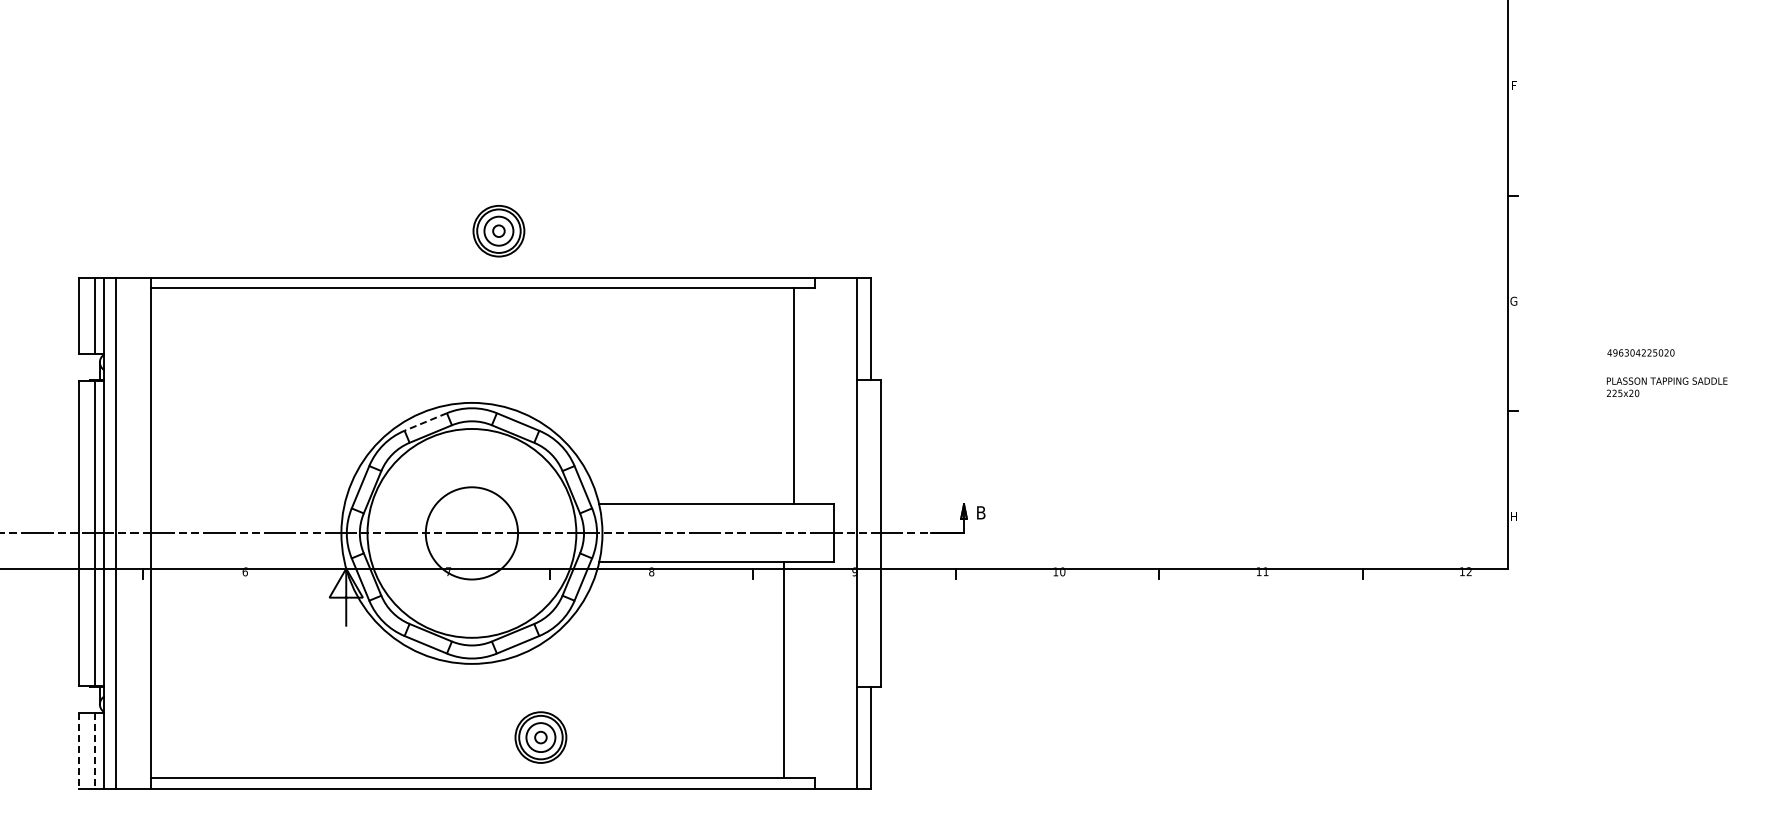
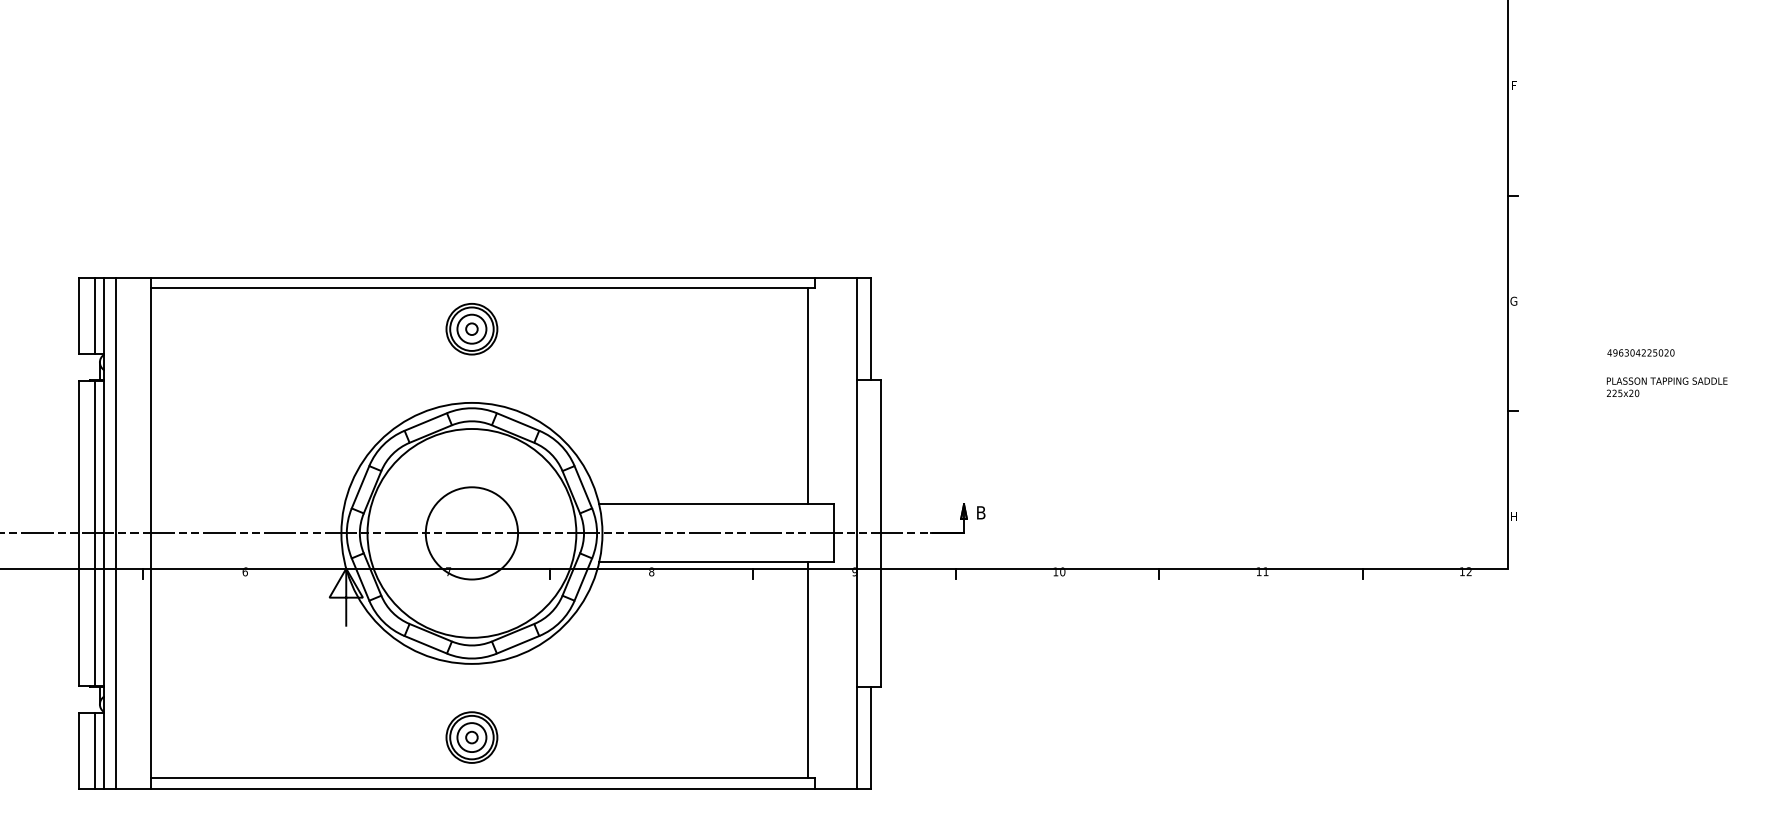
part at (498, 231) position: (498, 231) -> (471, 329)
line at (793, 396) position: (793, 396) -> (807, 396)
line at (425, 422): dashed -> solid
line at (783, 670) position: (783, 670) -> (807, 670)
part at (540, 737) position: (540, 737) -> (471, 737)
line at (79, 750): dashed -> solid
line at (95, 750): dashed -> solid
